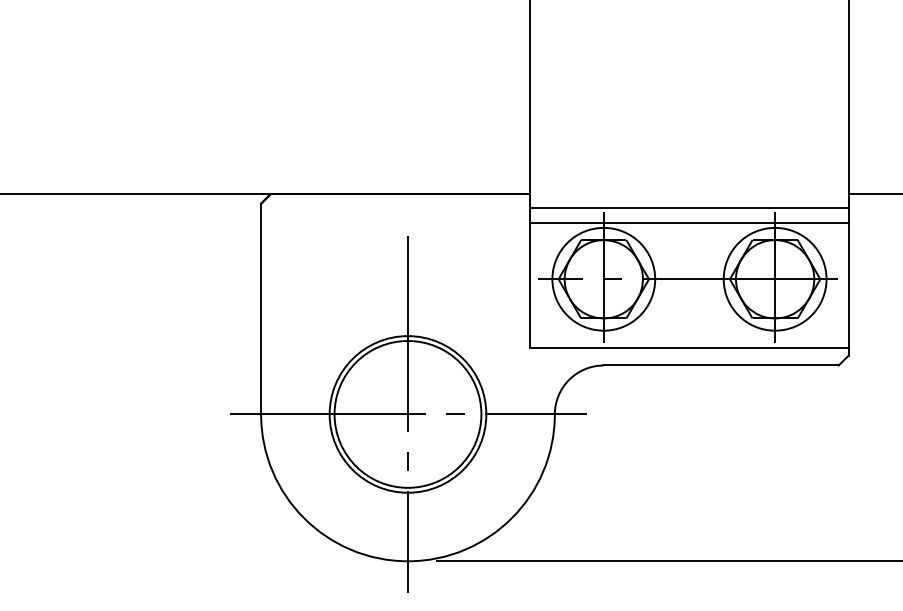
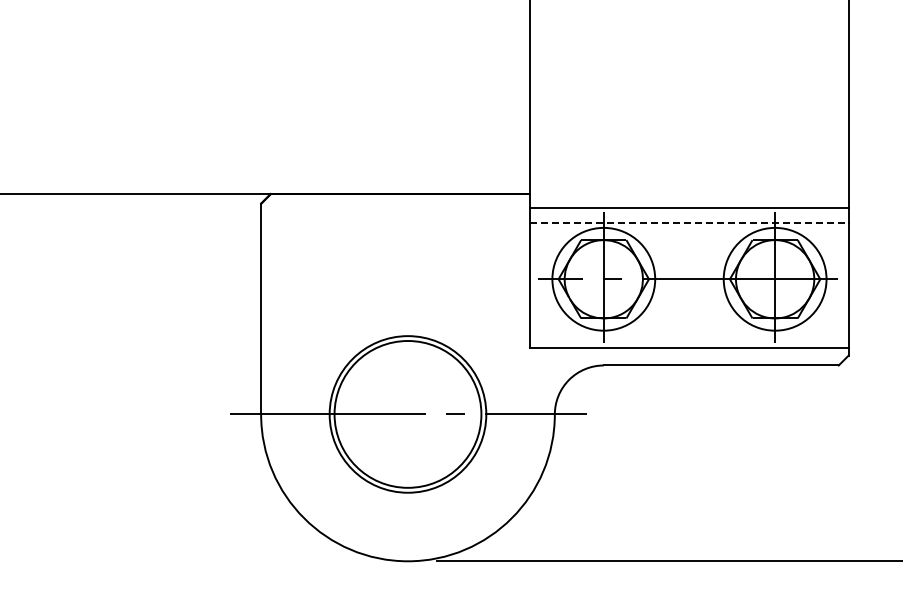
line at (873, 193): present -> none
line at (689, 222): solid -> dashed
line at (408, 414): present -> none
